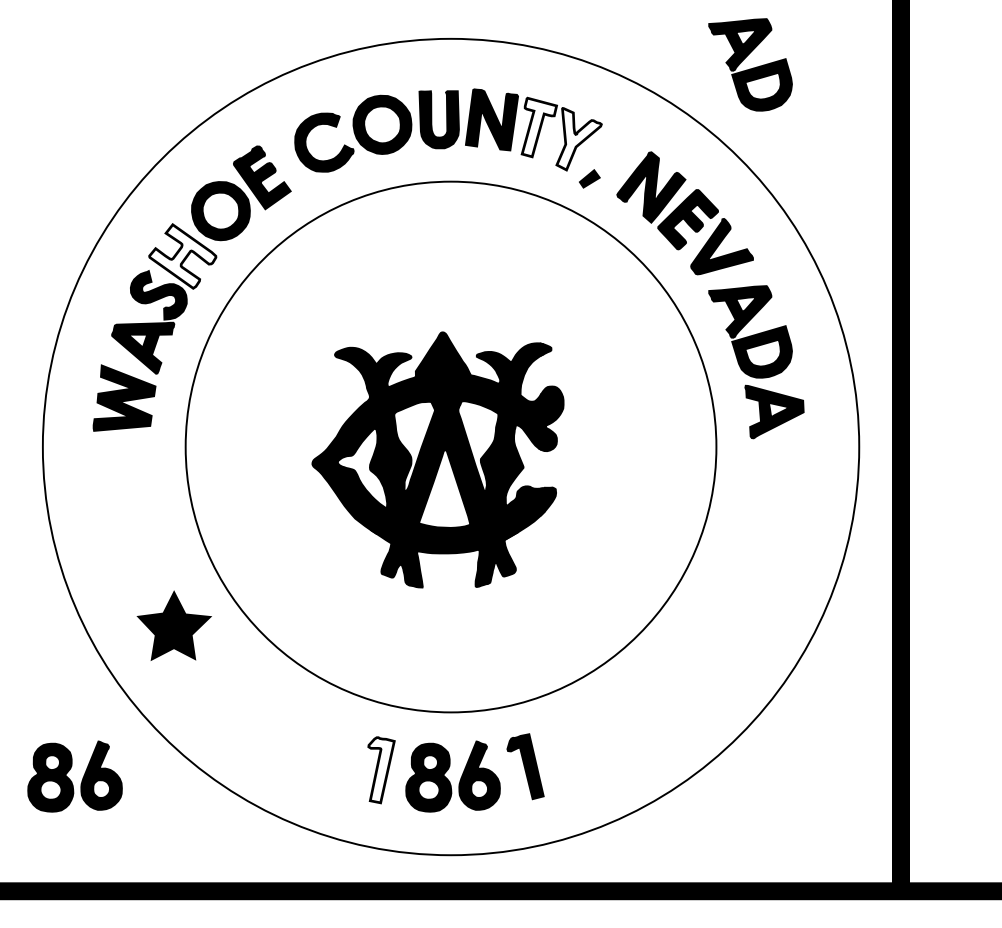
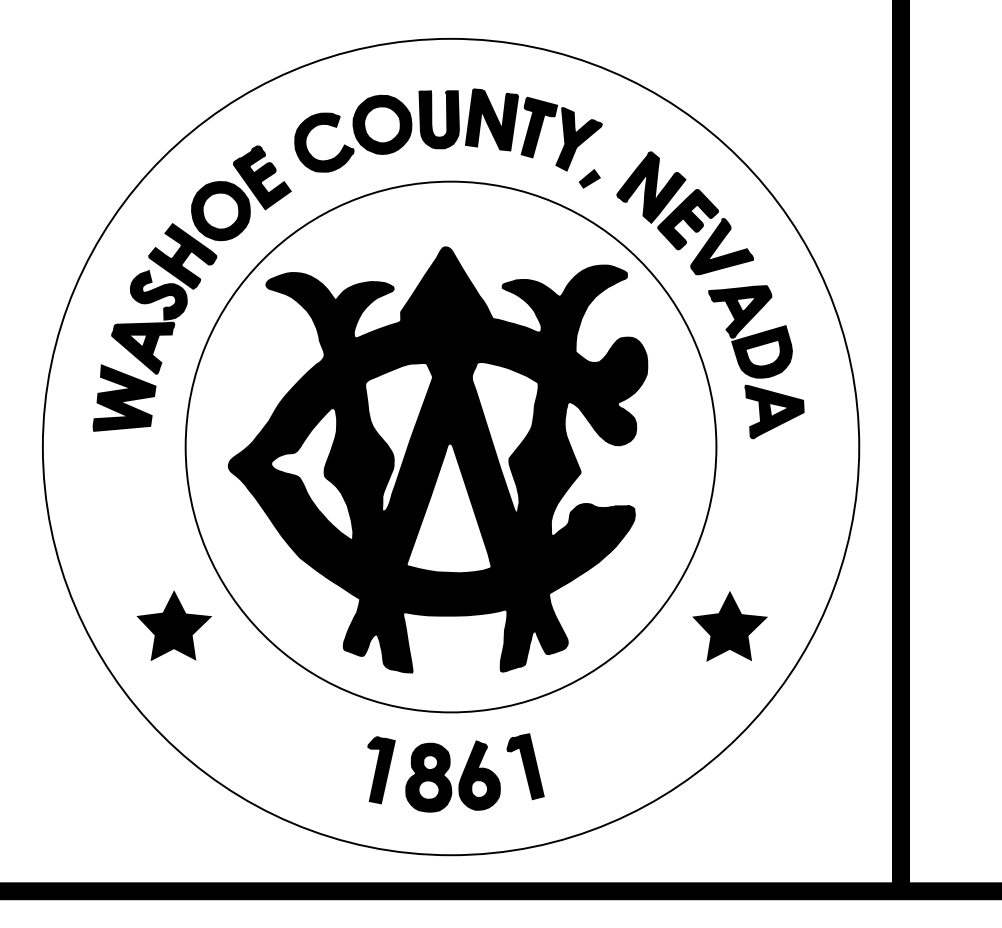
part at (750, 64): present -> none
fill at (539, 127): none -> present
fill at (578, 138): none -> present
fill at (182, 256): none -> present
part at (437, 459) size: 254x258 px -> 422x428 px
part at (729, 626): none -> present
fill at (381, 769): none -> present
part at (74, 776): present -> none
